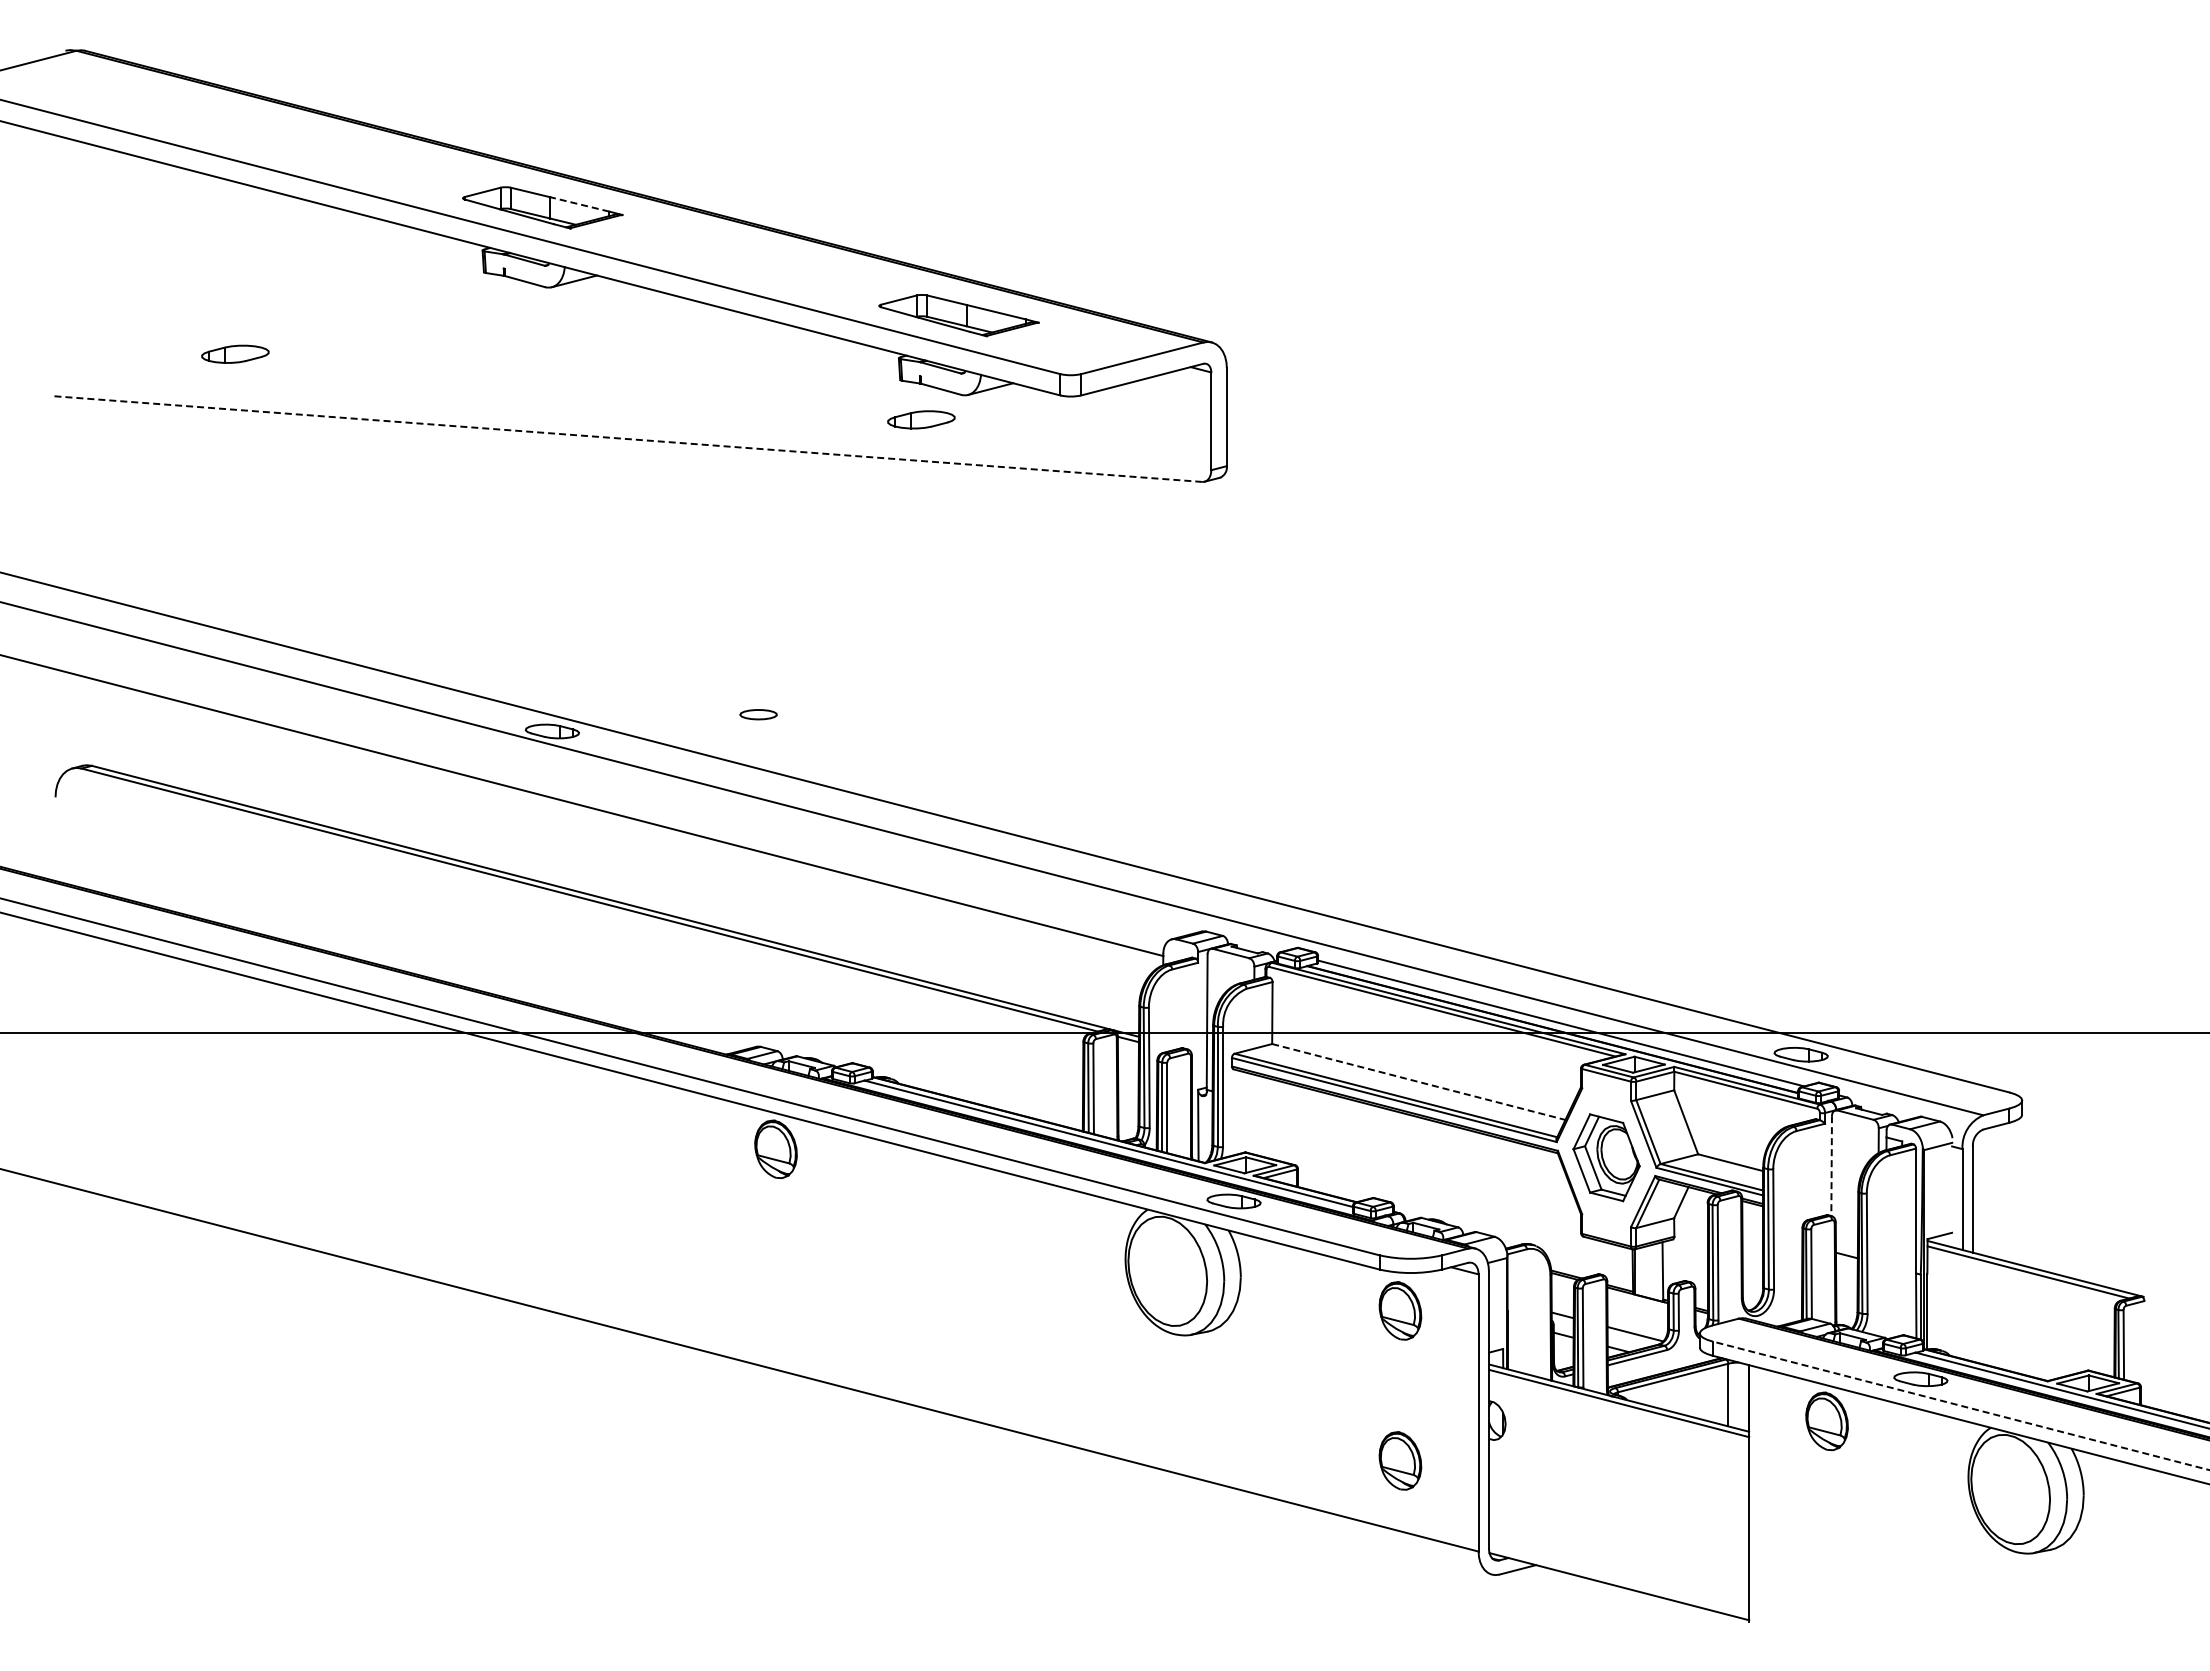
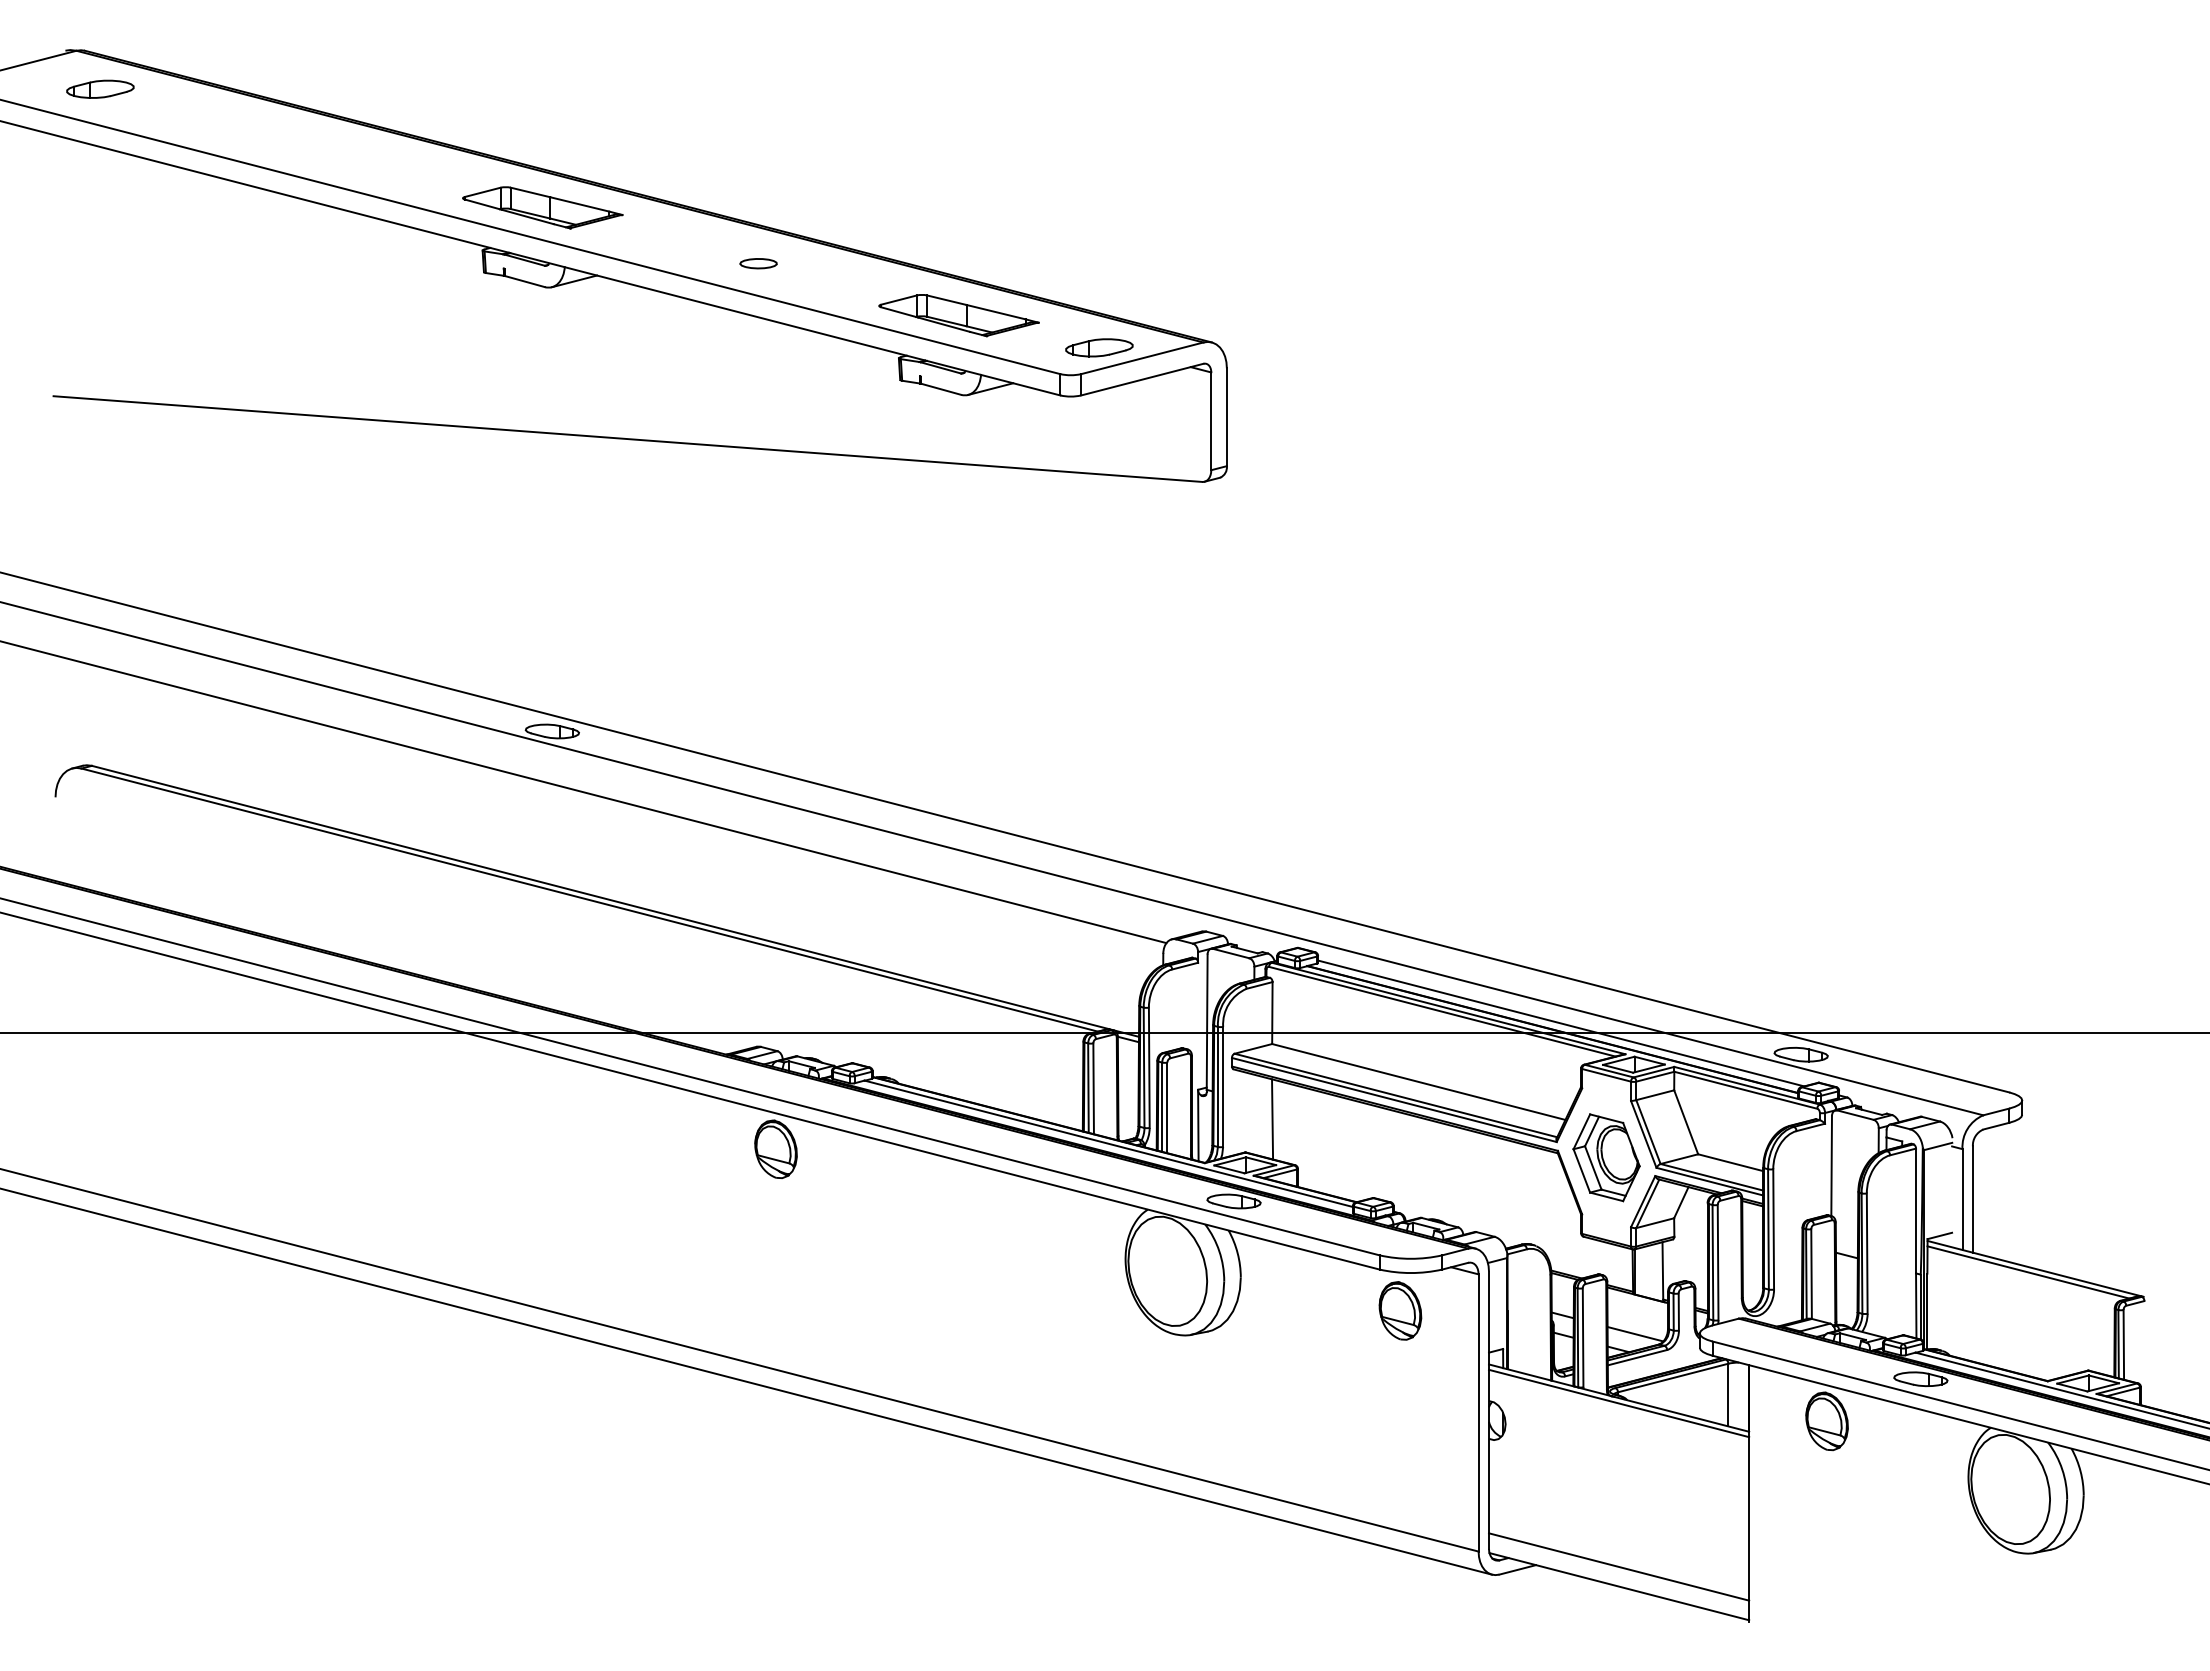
line at (579, 204): dashed -> solid
part at (235, 353) position: (235, 353) -> (100, 88)
part at (921, 419) position: (921, 419) -> (1099, 347)
line at (627, 439): dashed -> solid
part at (758, 714) position: (758, 714) -> (758, 263)
line at (582, 805) position: (582, 805) -> (584, 792)
line at (1419, 1082): dashed -> solid
line at (1272, 1119): none -> present
line at (1831, 1166): dashed -> solid
line at (747, 1381): none -> present
line at (1960, 1405): dashed -> solid
part at (1400, 1460): present -> none
line at (1619, 1566): none -> present
